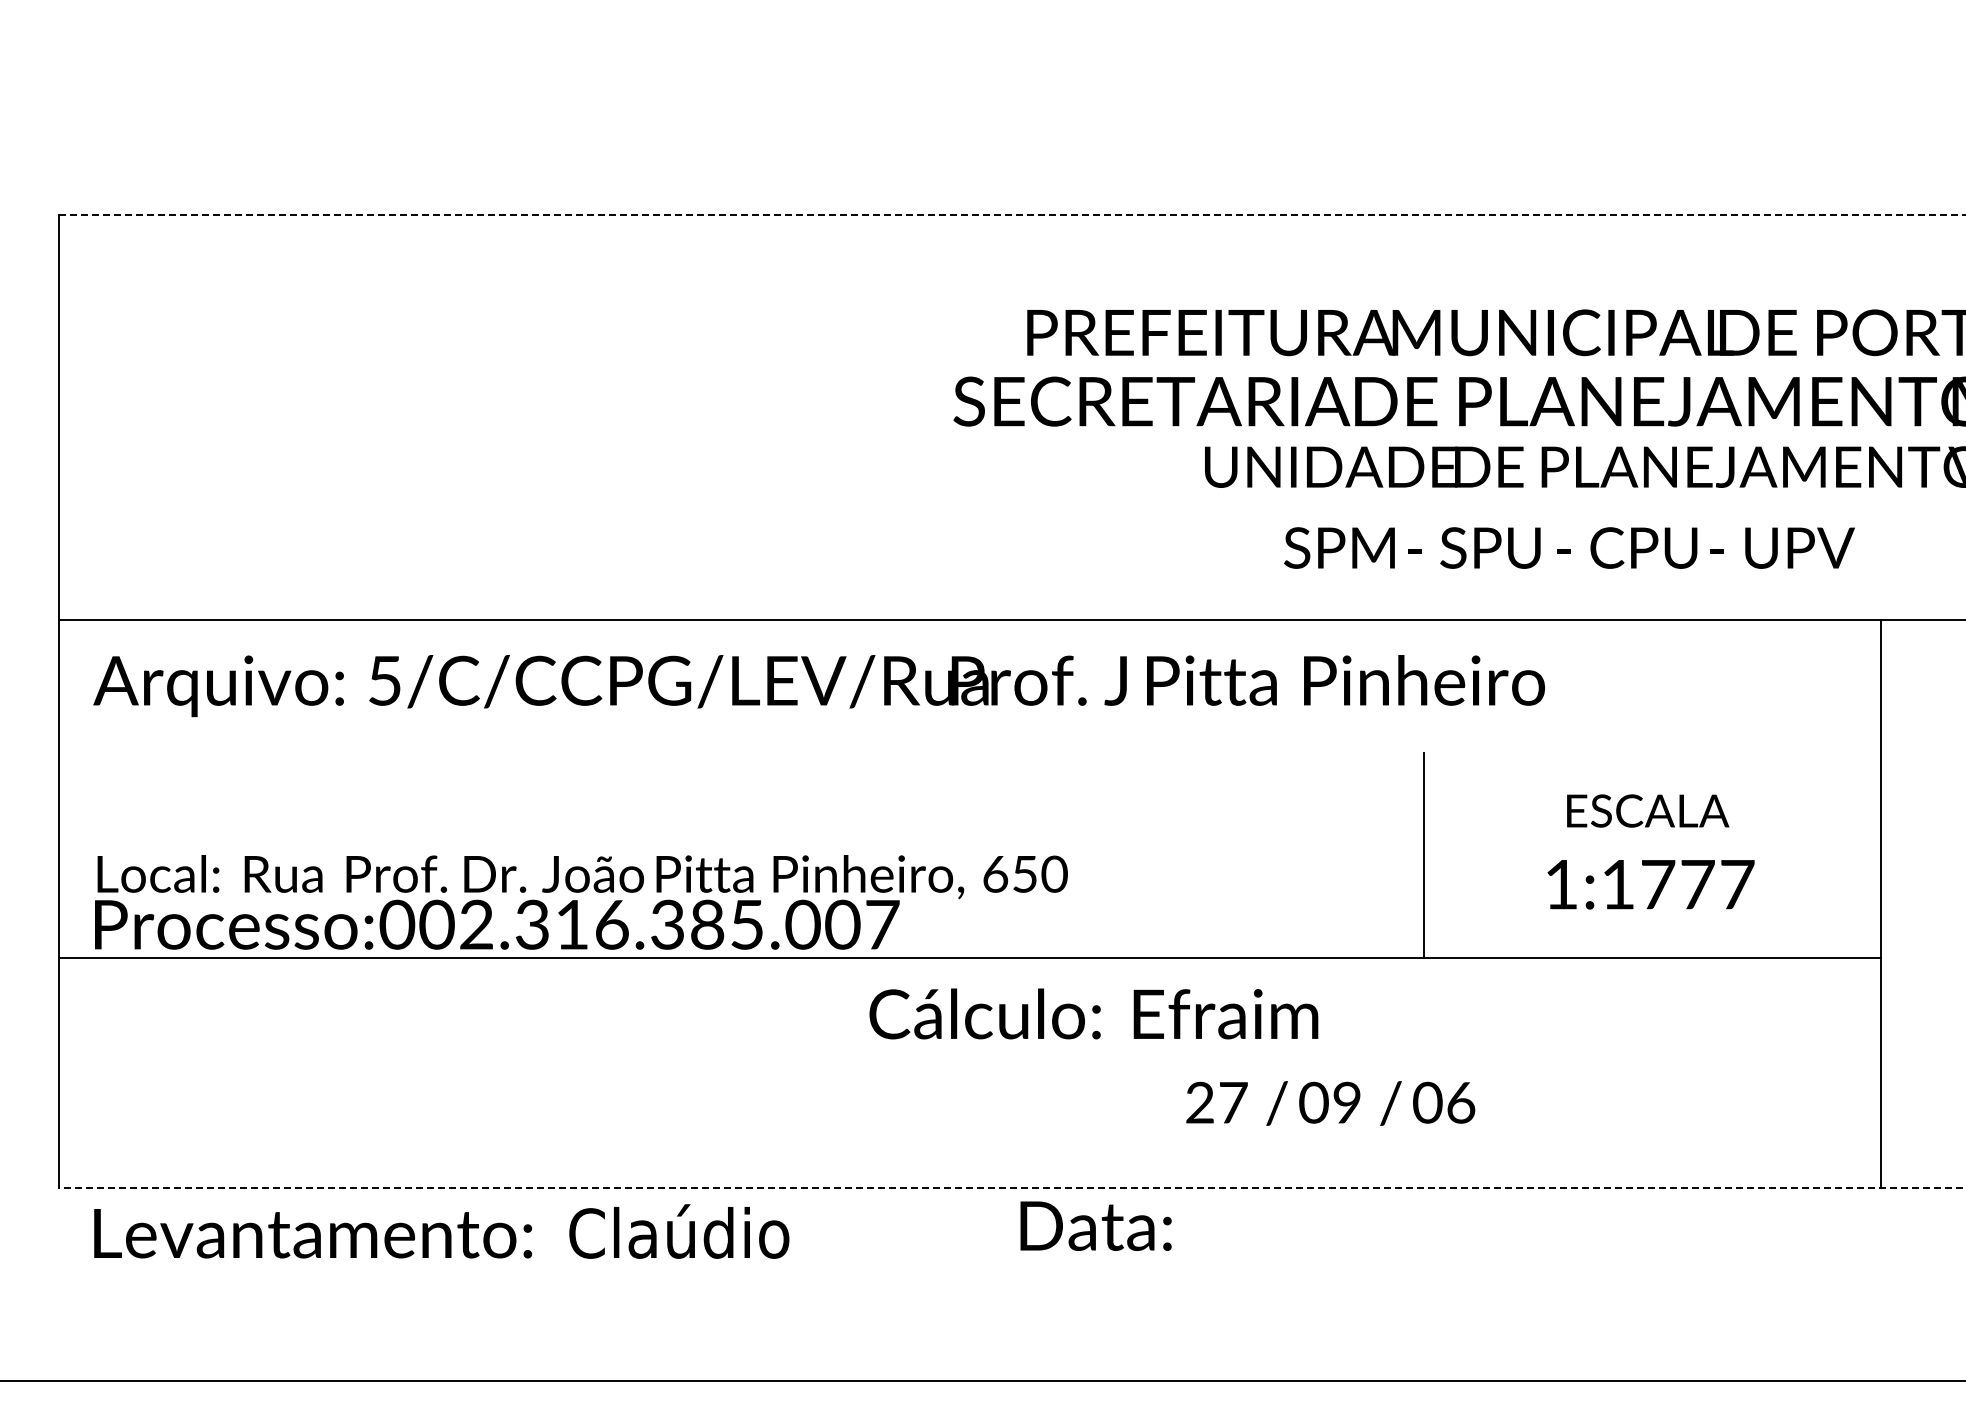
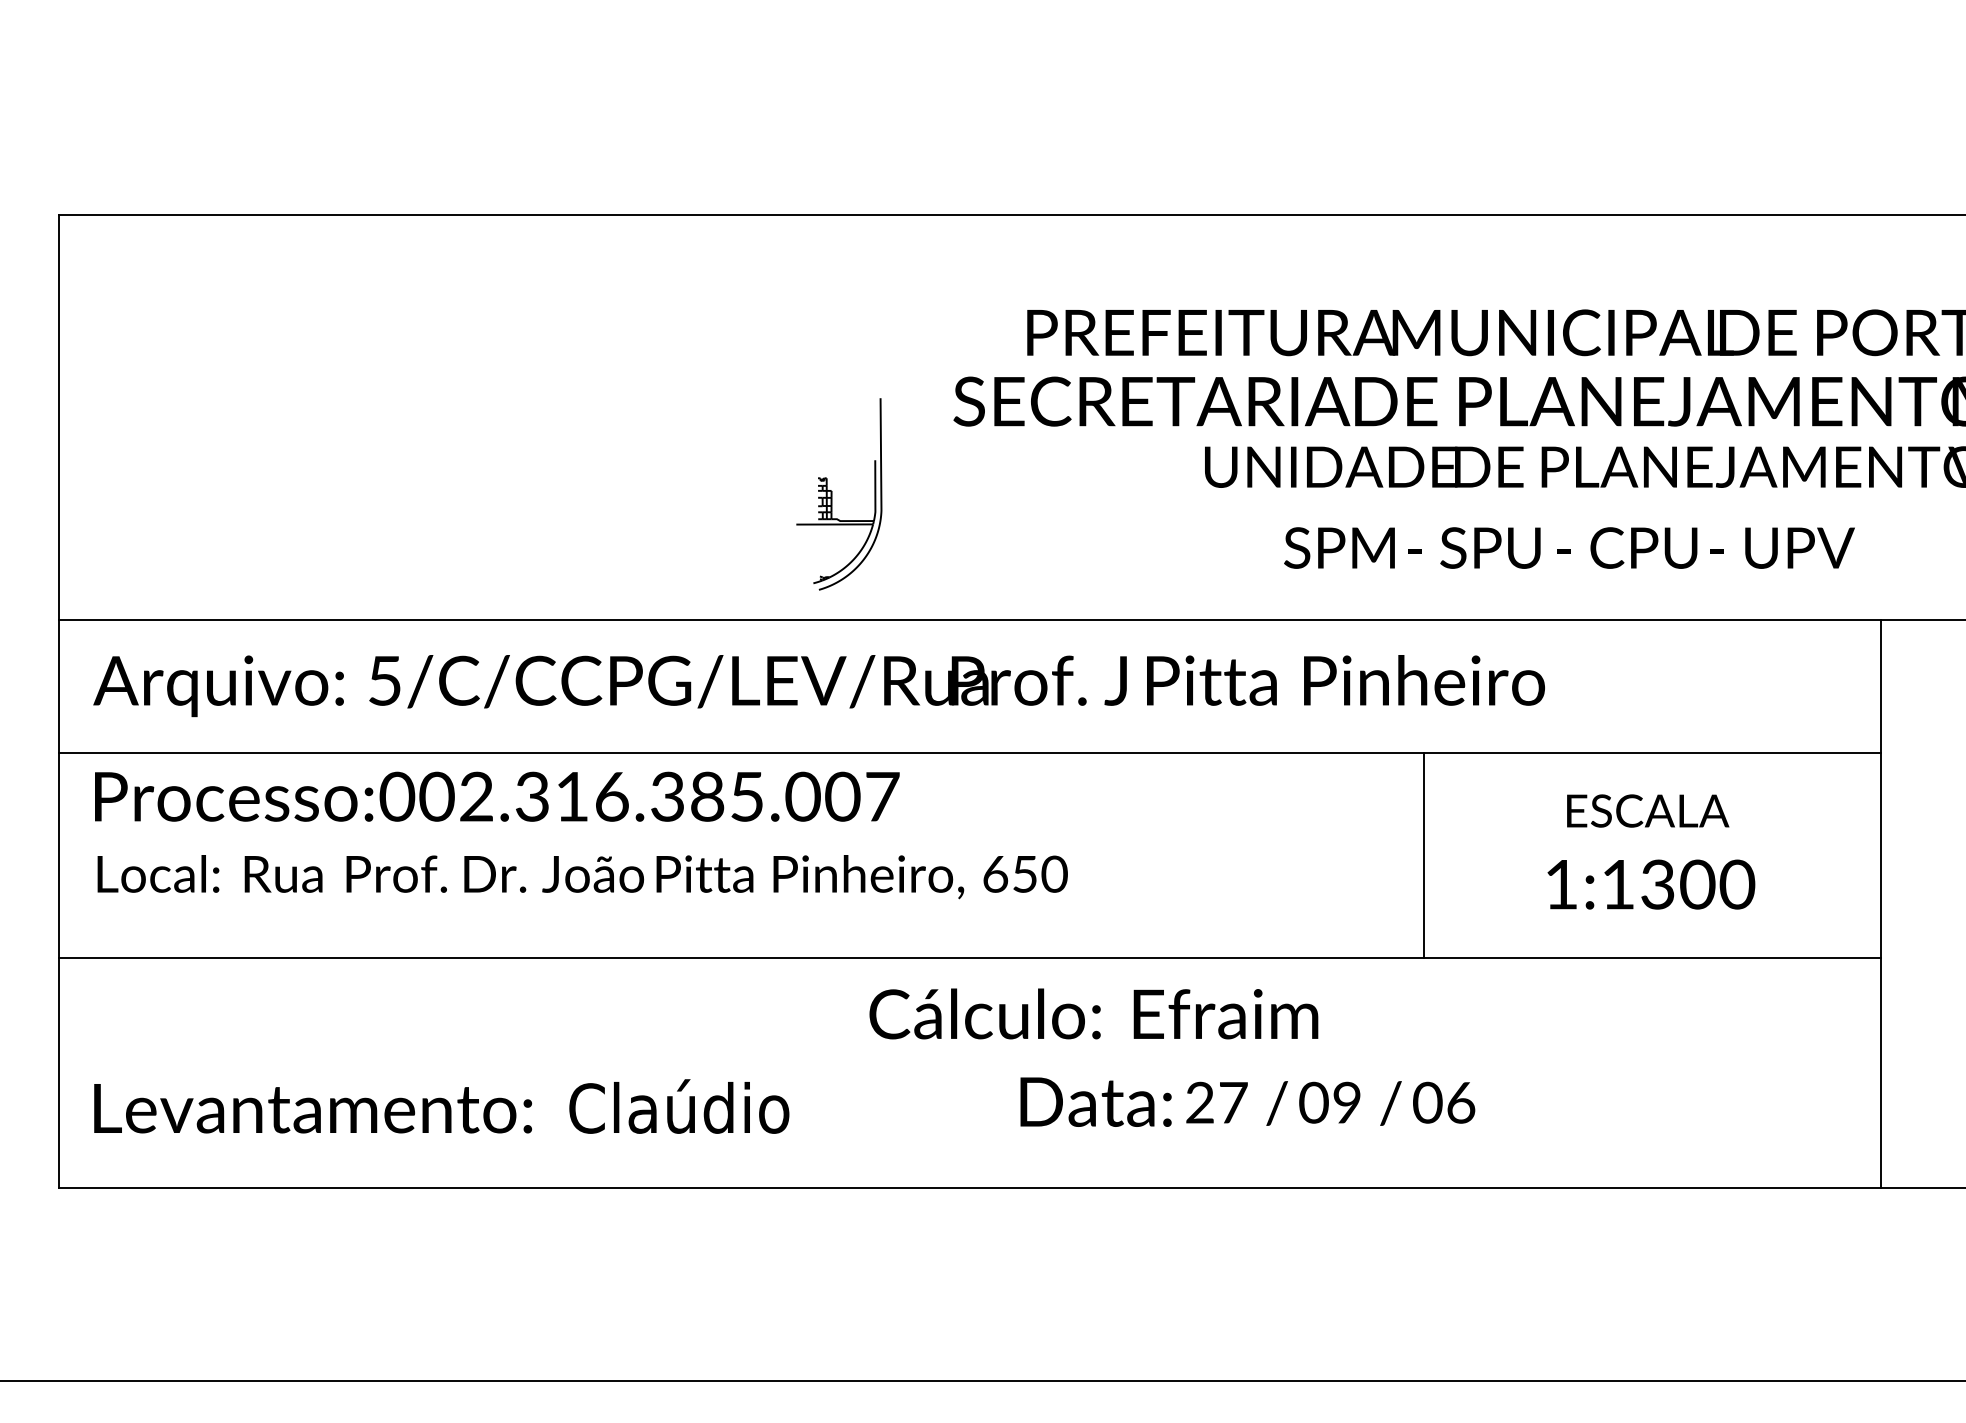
line at (1013, 215): dashed -> solid
part at (832, 494): none -> present
line at (969, 753): none -> present
text at (1698, 884): 1:1777 -> 1:1300
text at (497, 924) position: (497, 924) -> (497, 796)
line at (1012, 1188): dashed -> solid
text at (1095, 1225) position: (1095, 1225) -> (1095, 1101)
text at (441, 1231) position: (441, 1231) -> (441, 1106)
